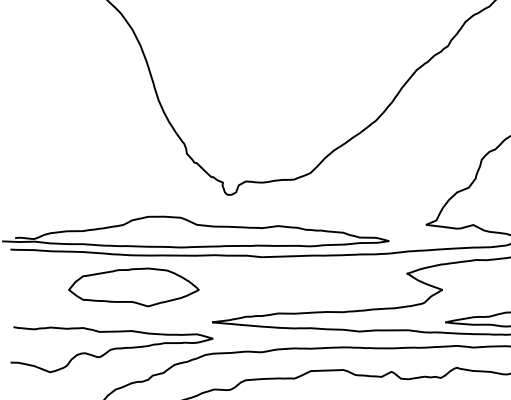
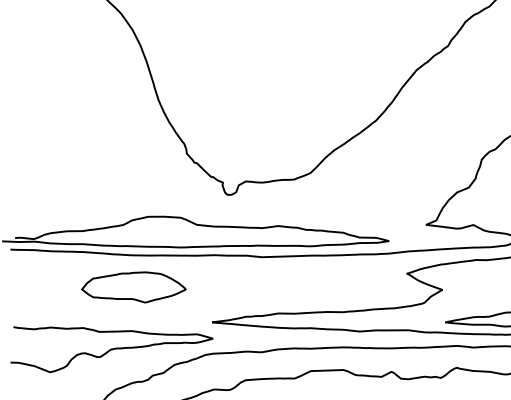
part at (133, 287) size: 132x41 px -> 106x33 px
